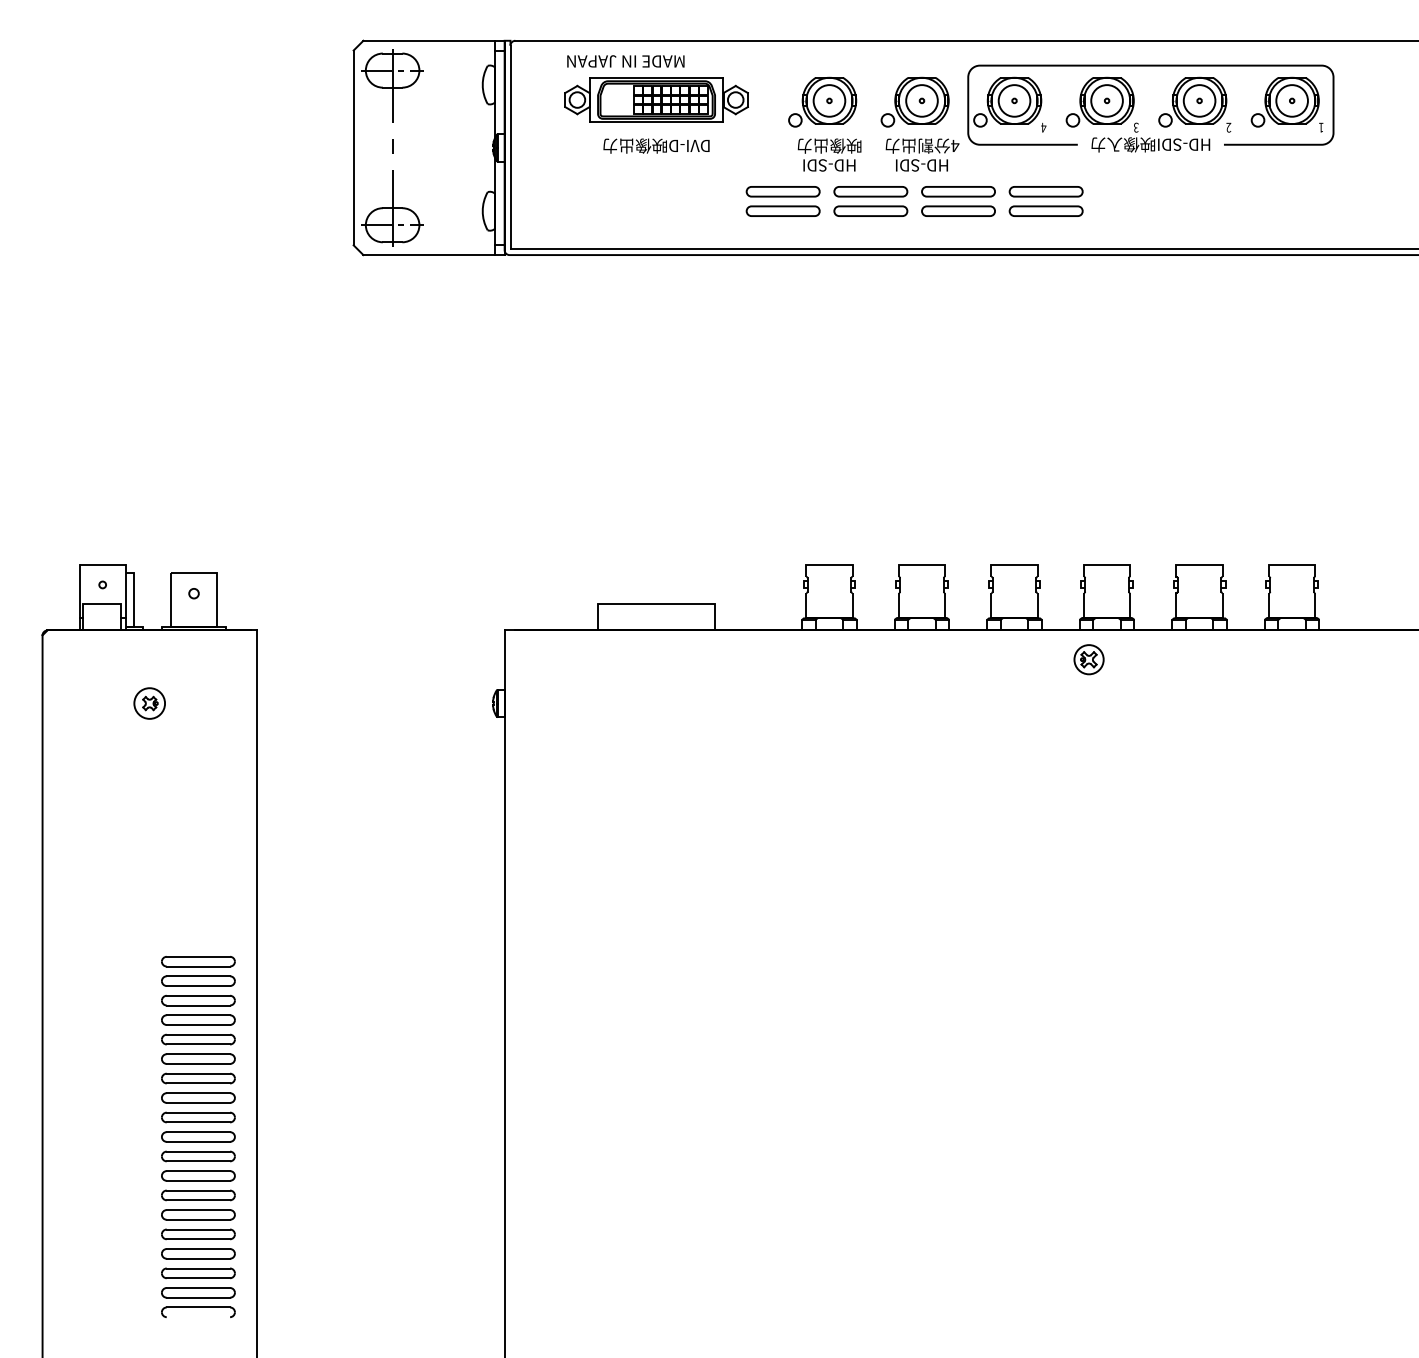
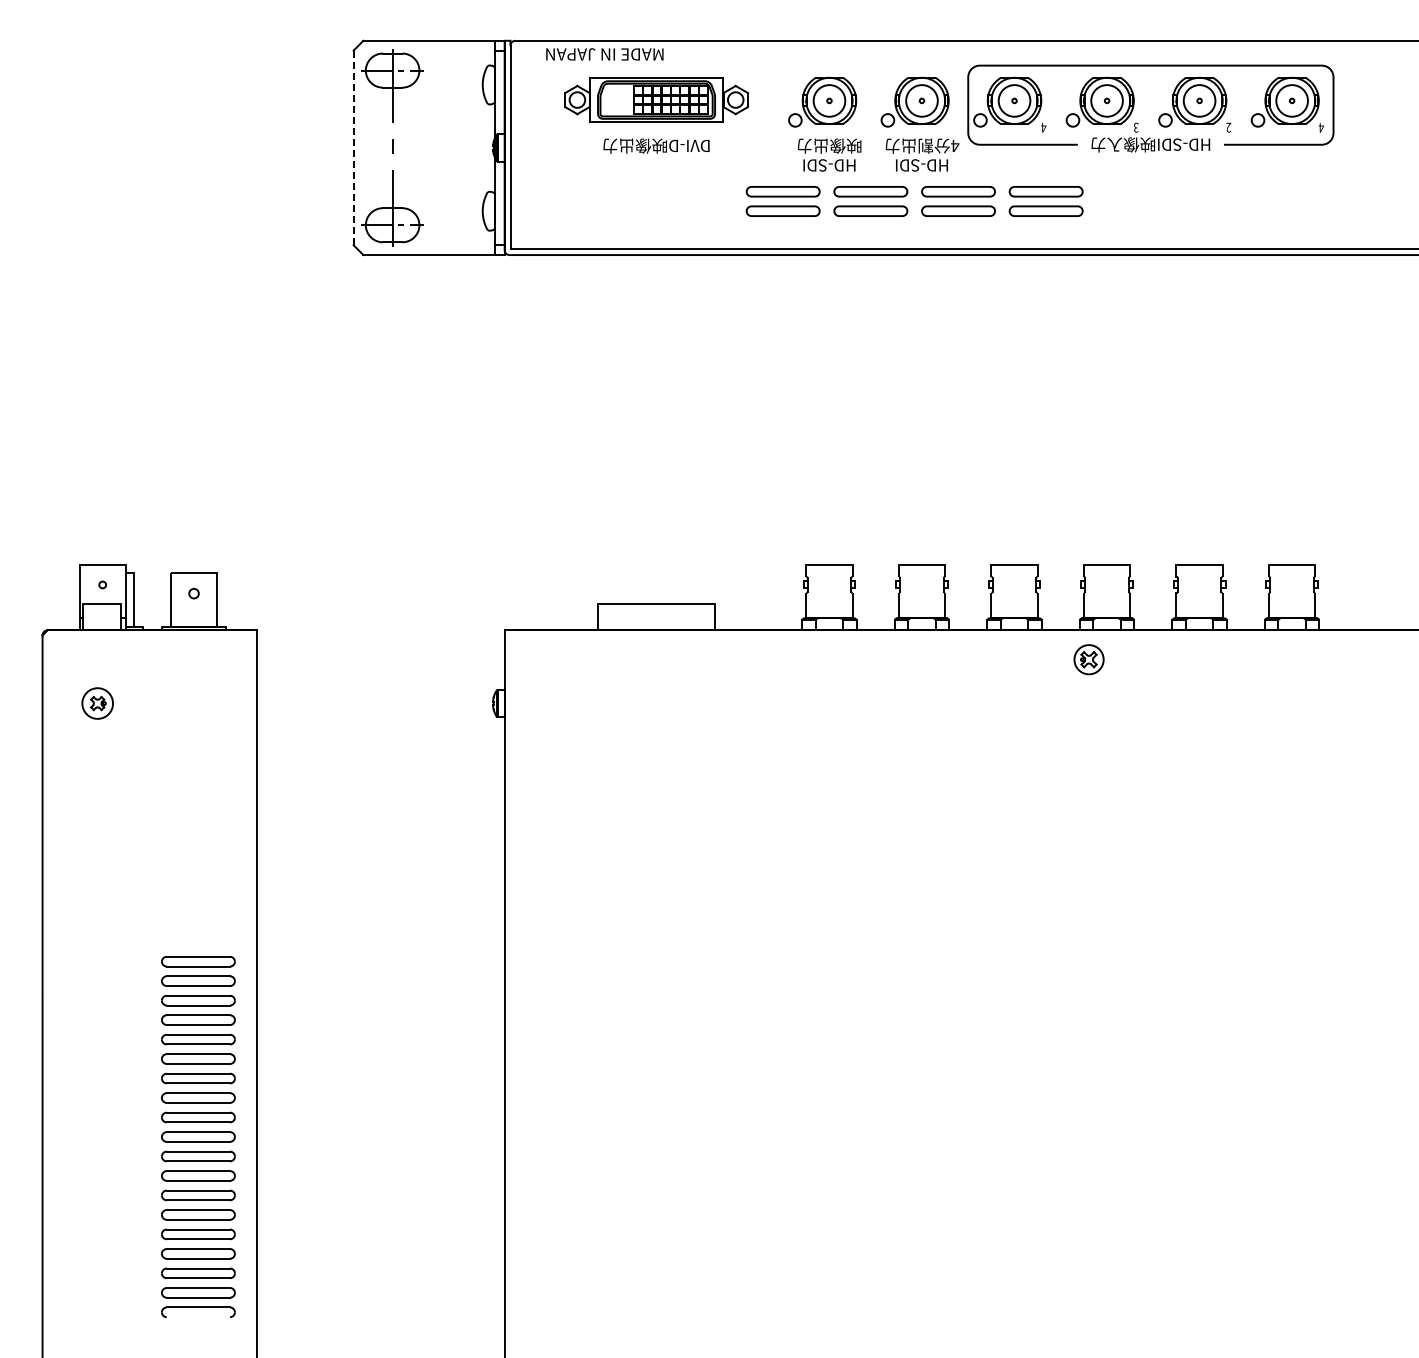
text at (625, 61) position: (625, 61) -> (604, 54)
text at (1320, 127): 1 -> 4
line at (353, 147): solid -> dashed
part at (149, 703) position: (149, 703) -> (97, 703)
